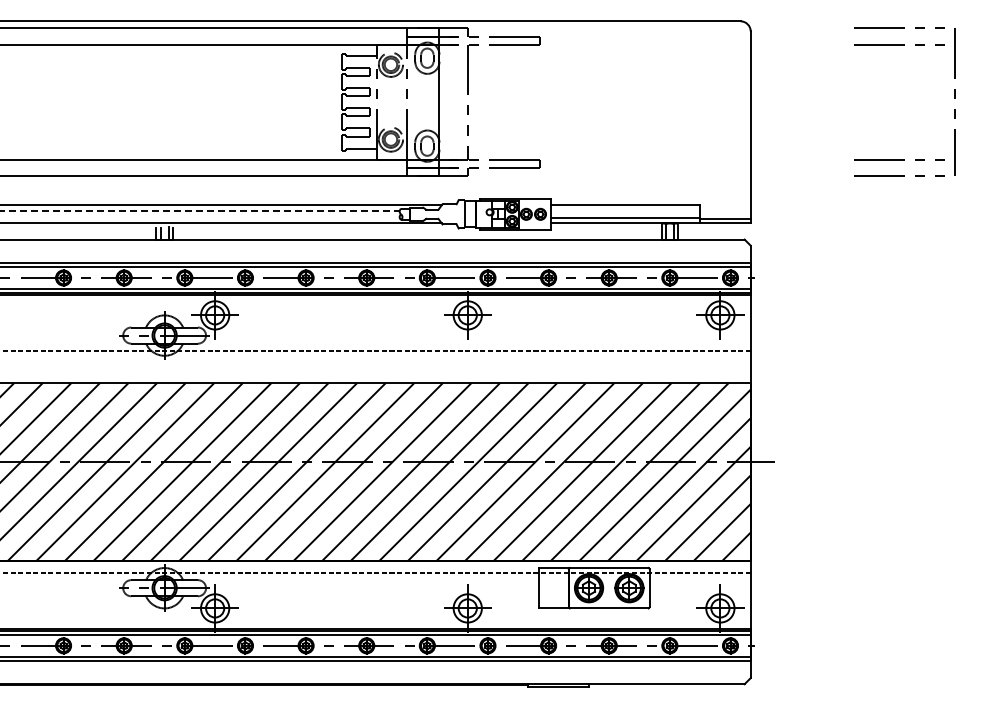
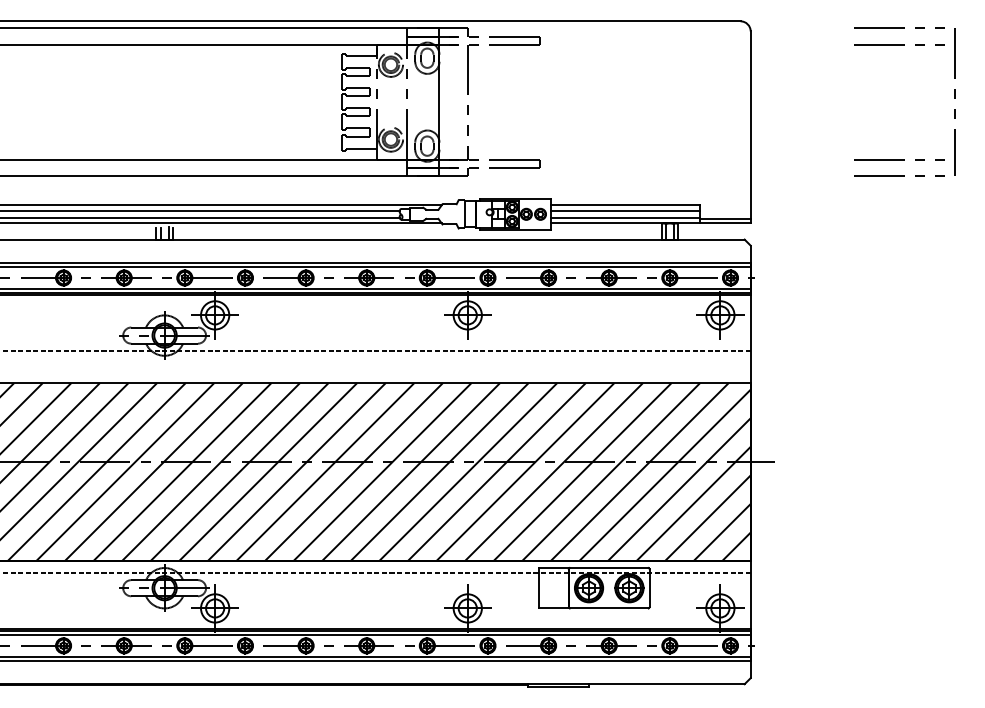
line at (200, 210): dashed -> solid
line at (625, 210): none -> present
line at (200, 217): none -> present
